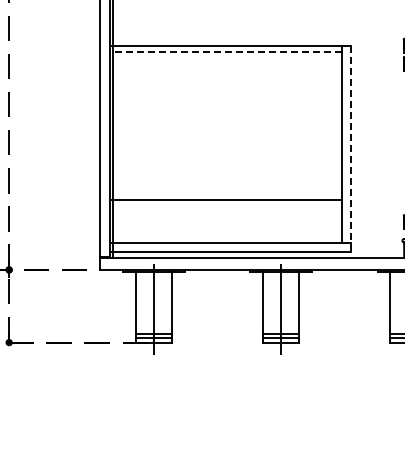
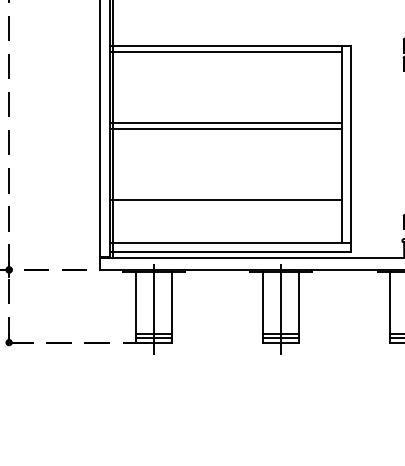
line at (225, 52): dashed -> solid
line at (225, 123): none -> present
line at (225, 129): none -> present
line at (350, 149): dashed -> solid
